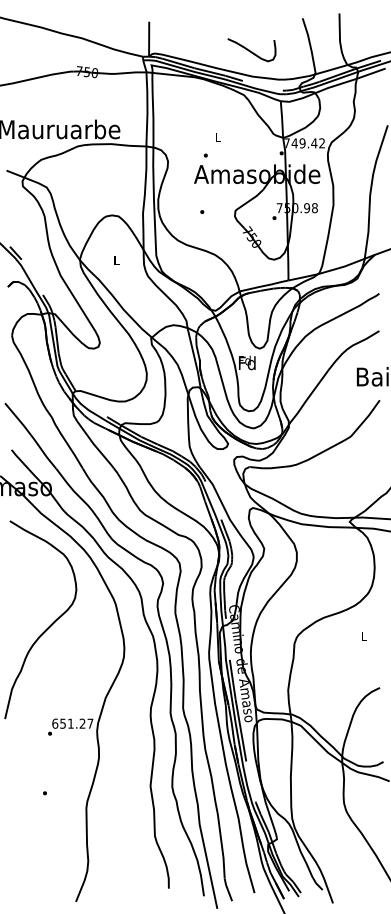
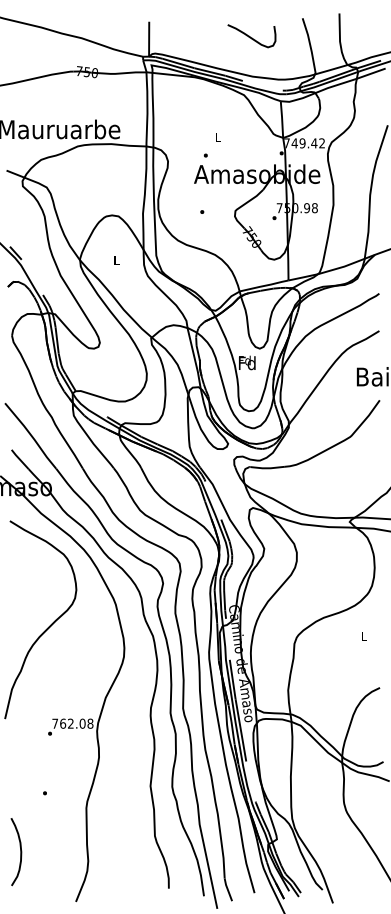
curve at (250, 50) position: (250, 50) -> (250, 36)
text at (72, 723): 651.27 -> 762.08
curve at (20, 852): none -> present
